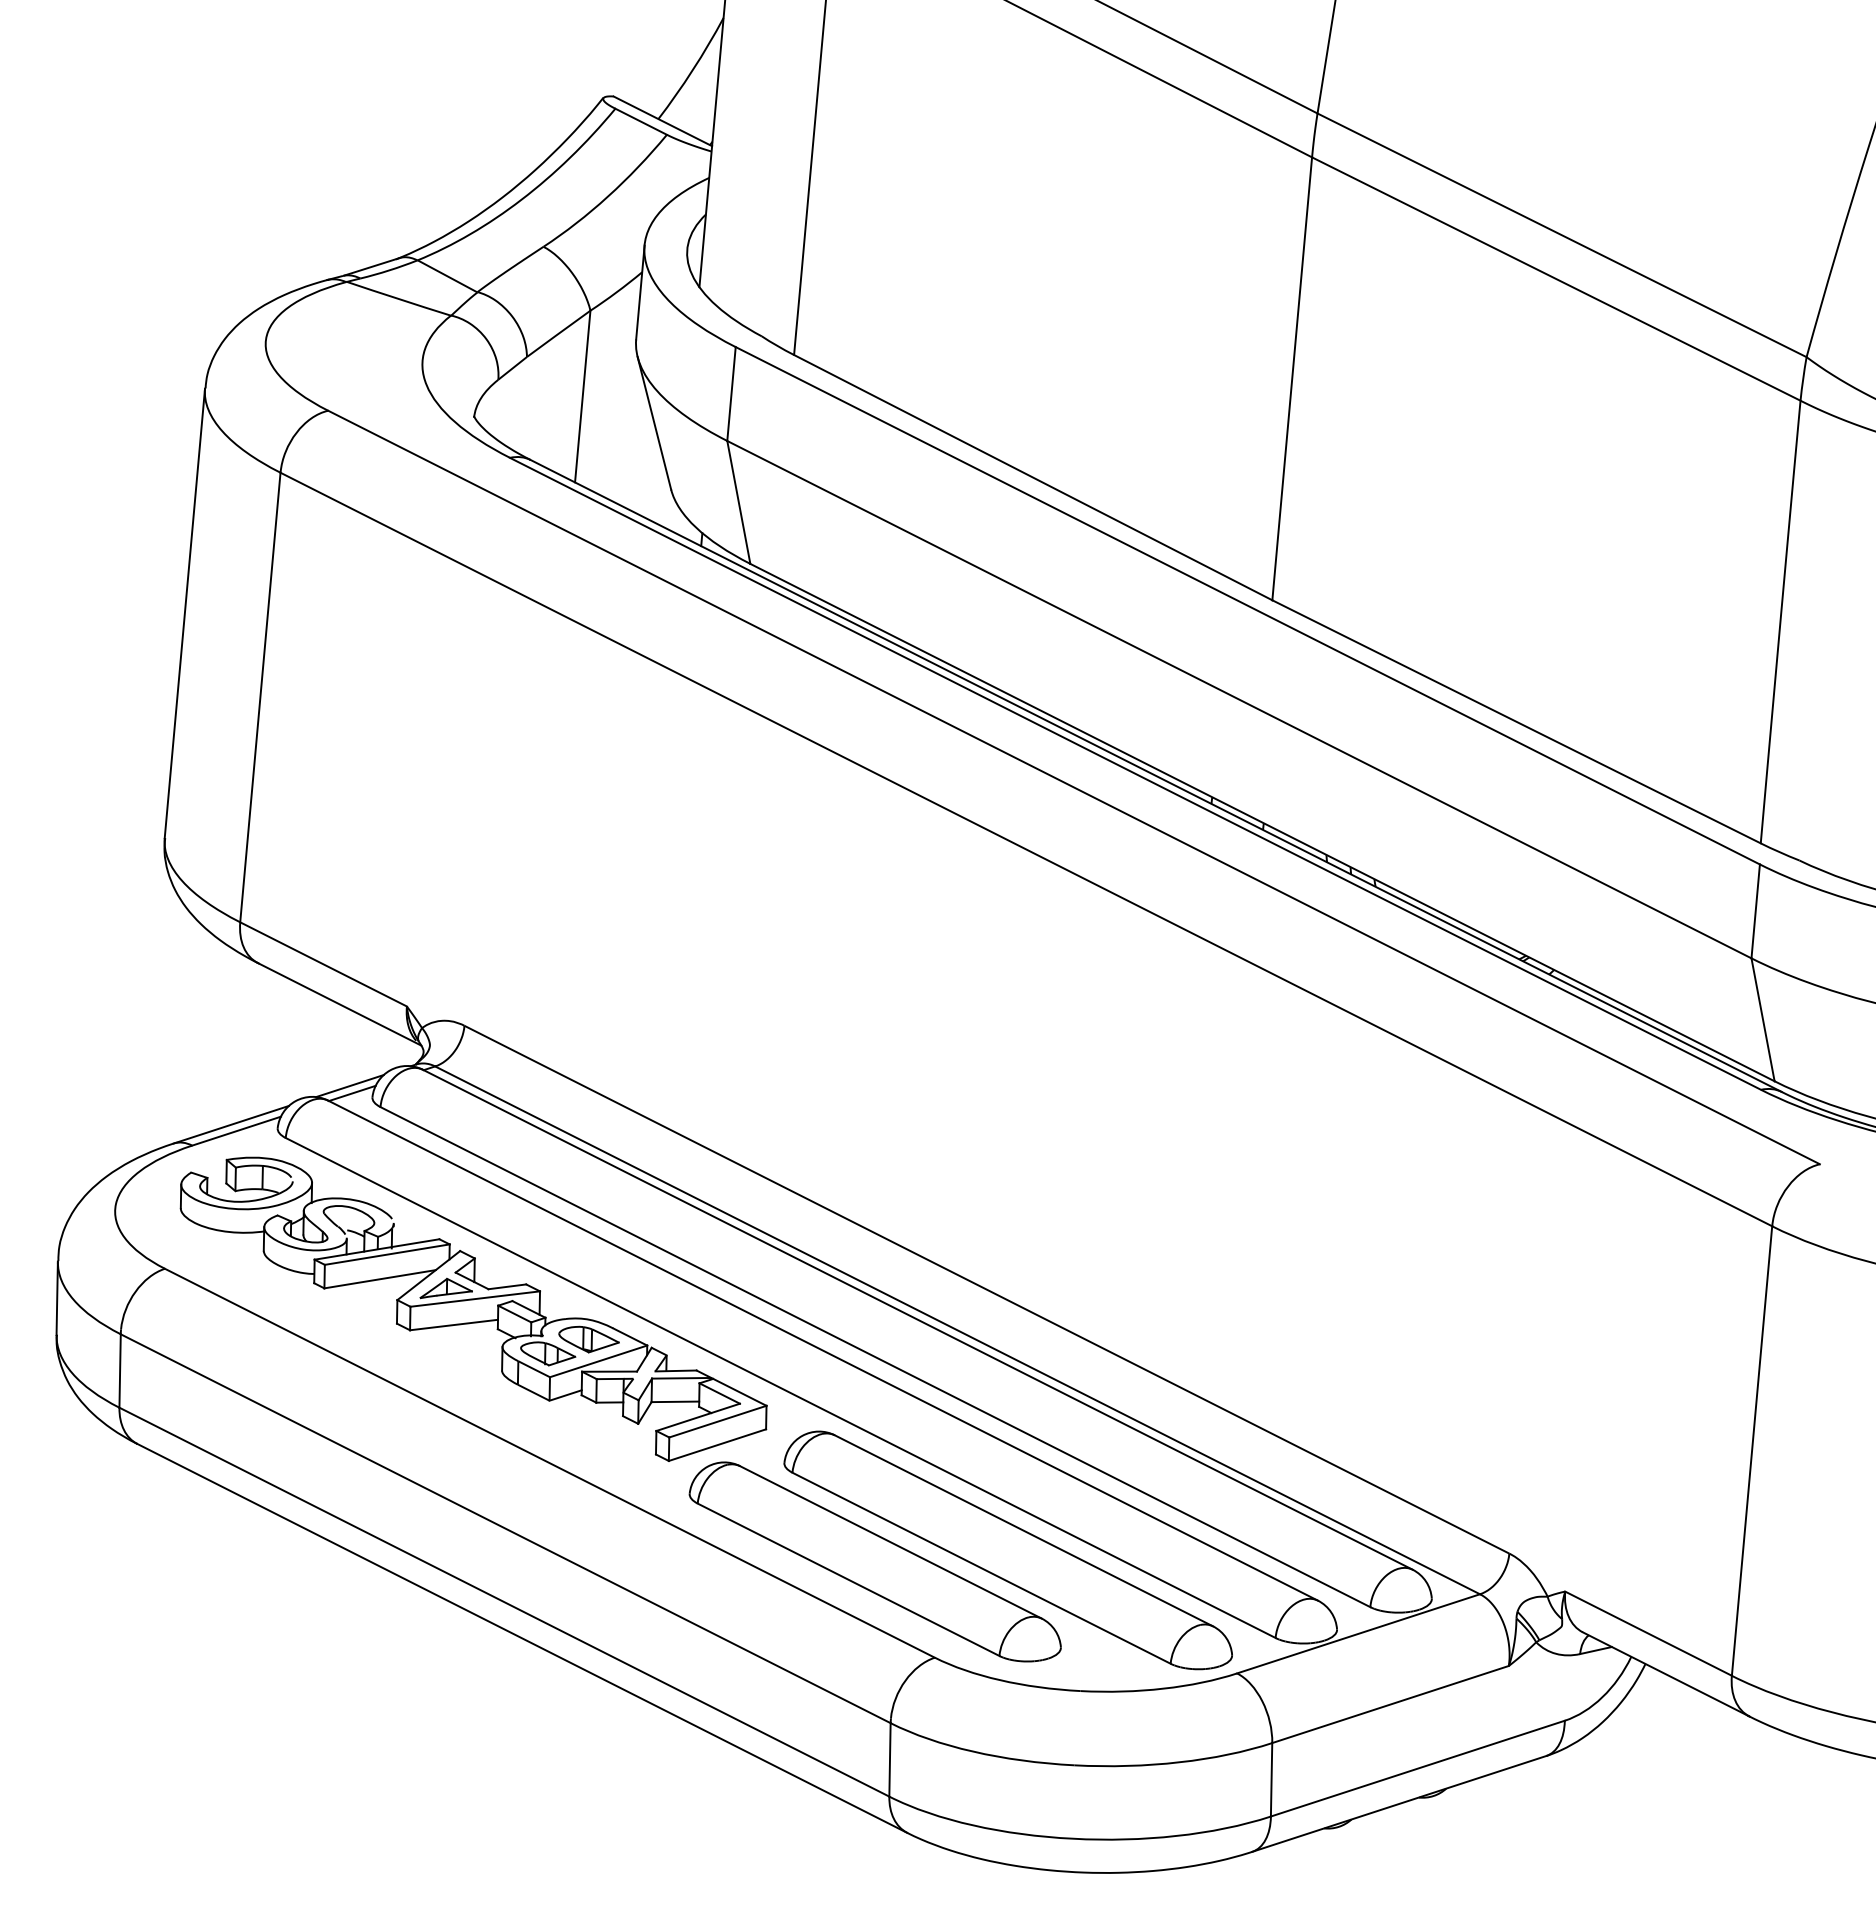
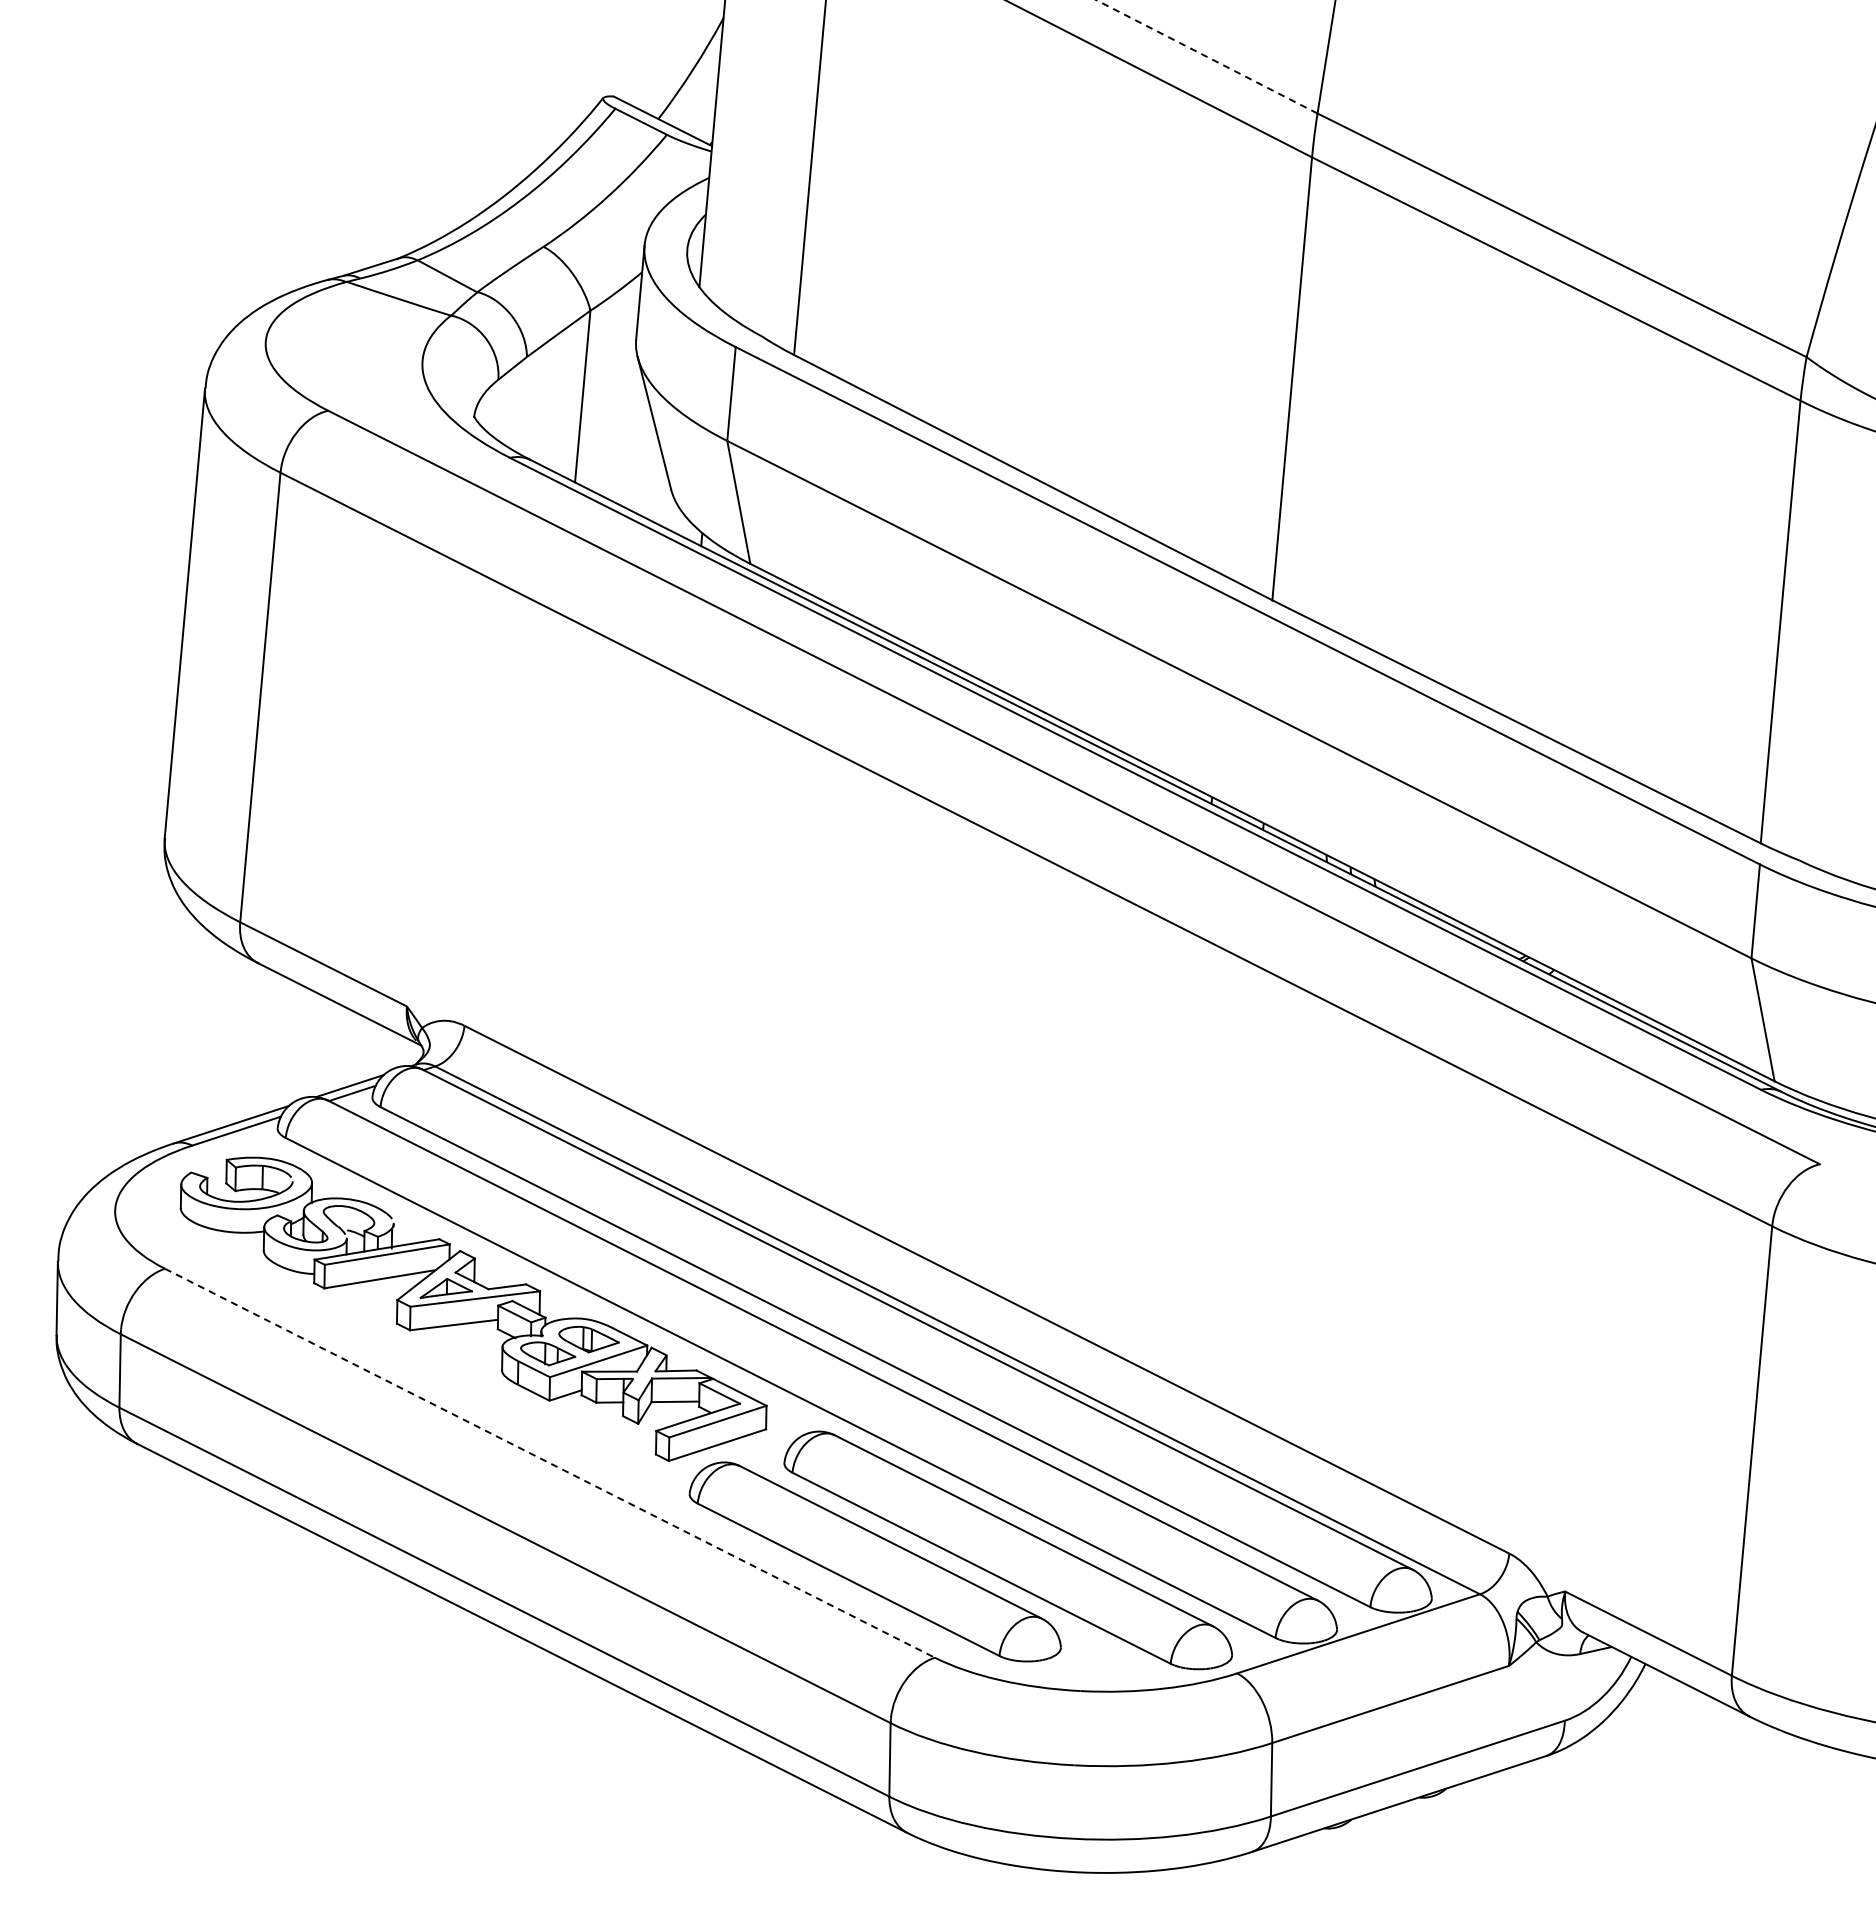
line at (1206, 56): solid -> dashed
line at (550, 1463): solid -> dashed
